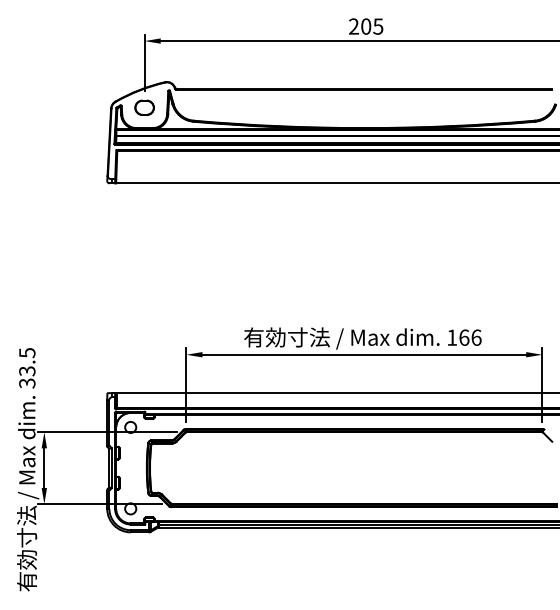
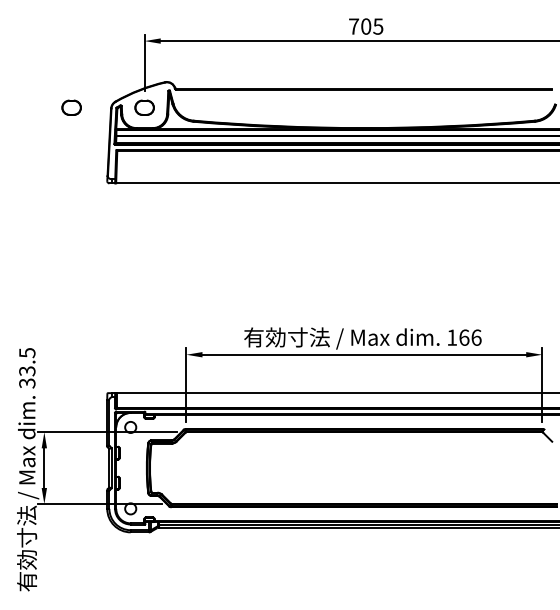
text at (354, 26): 205 -> 705
part at (71, 107): none -> present
